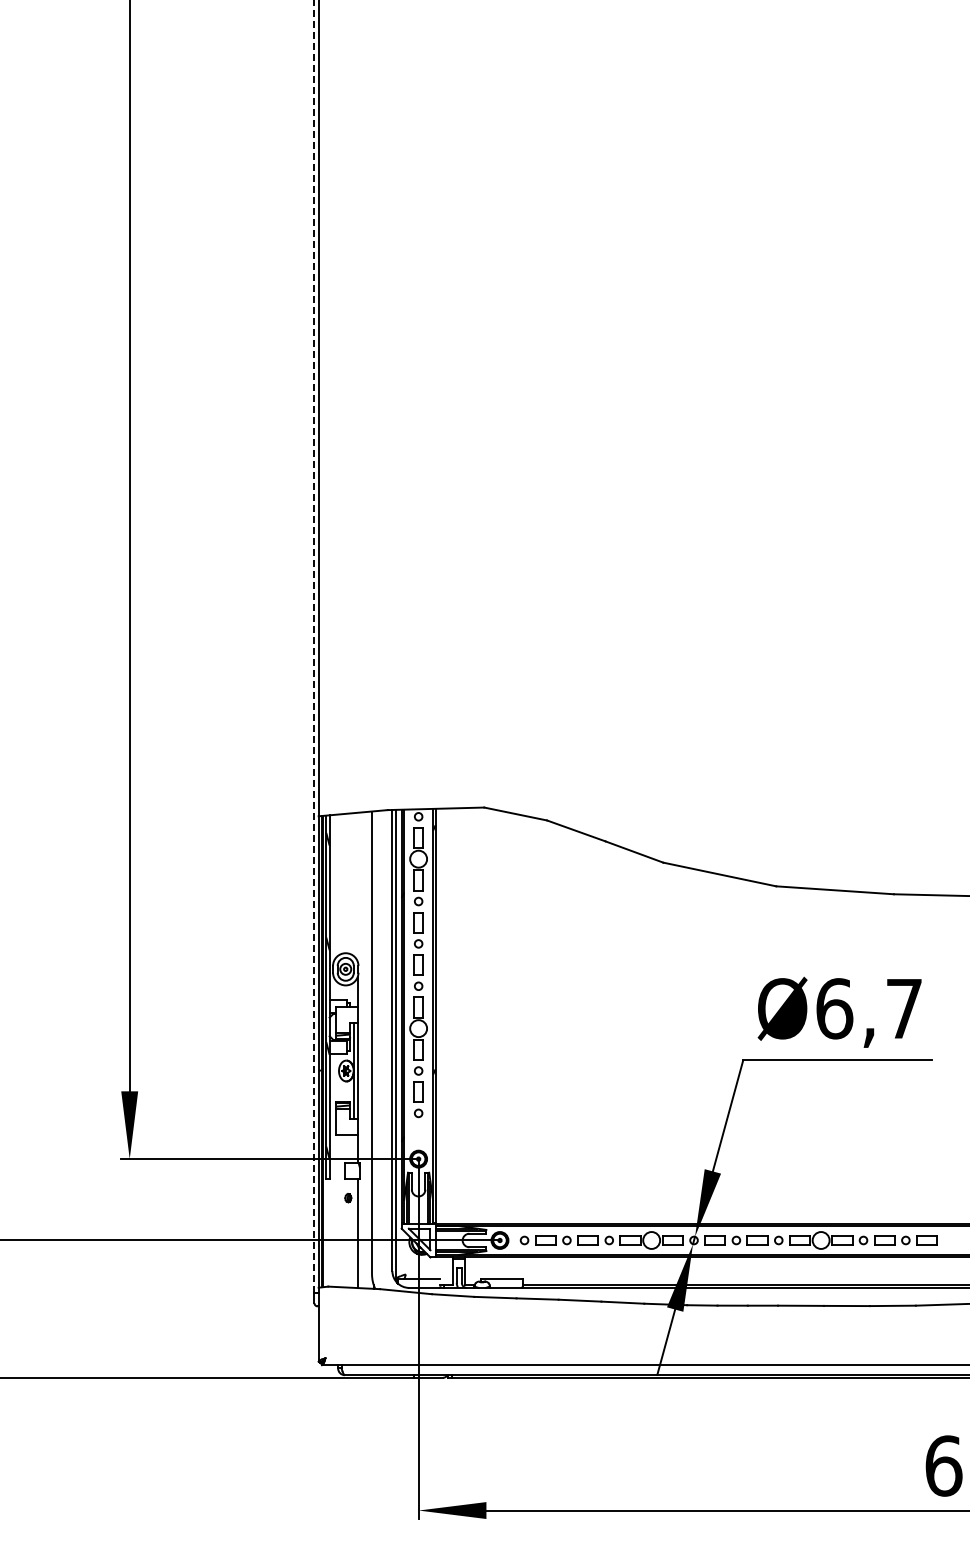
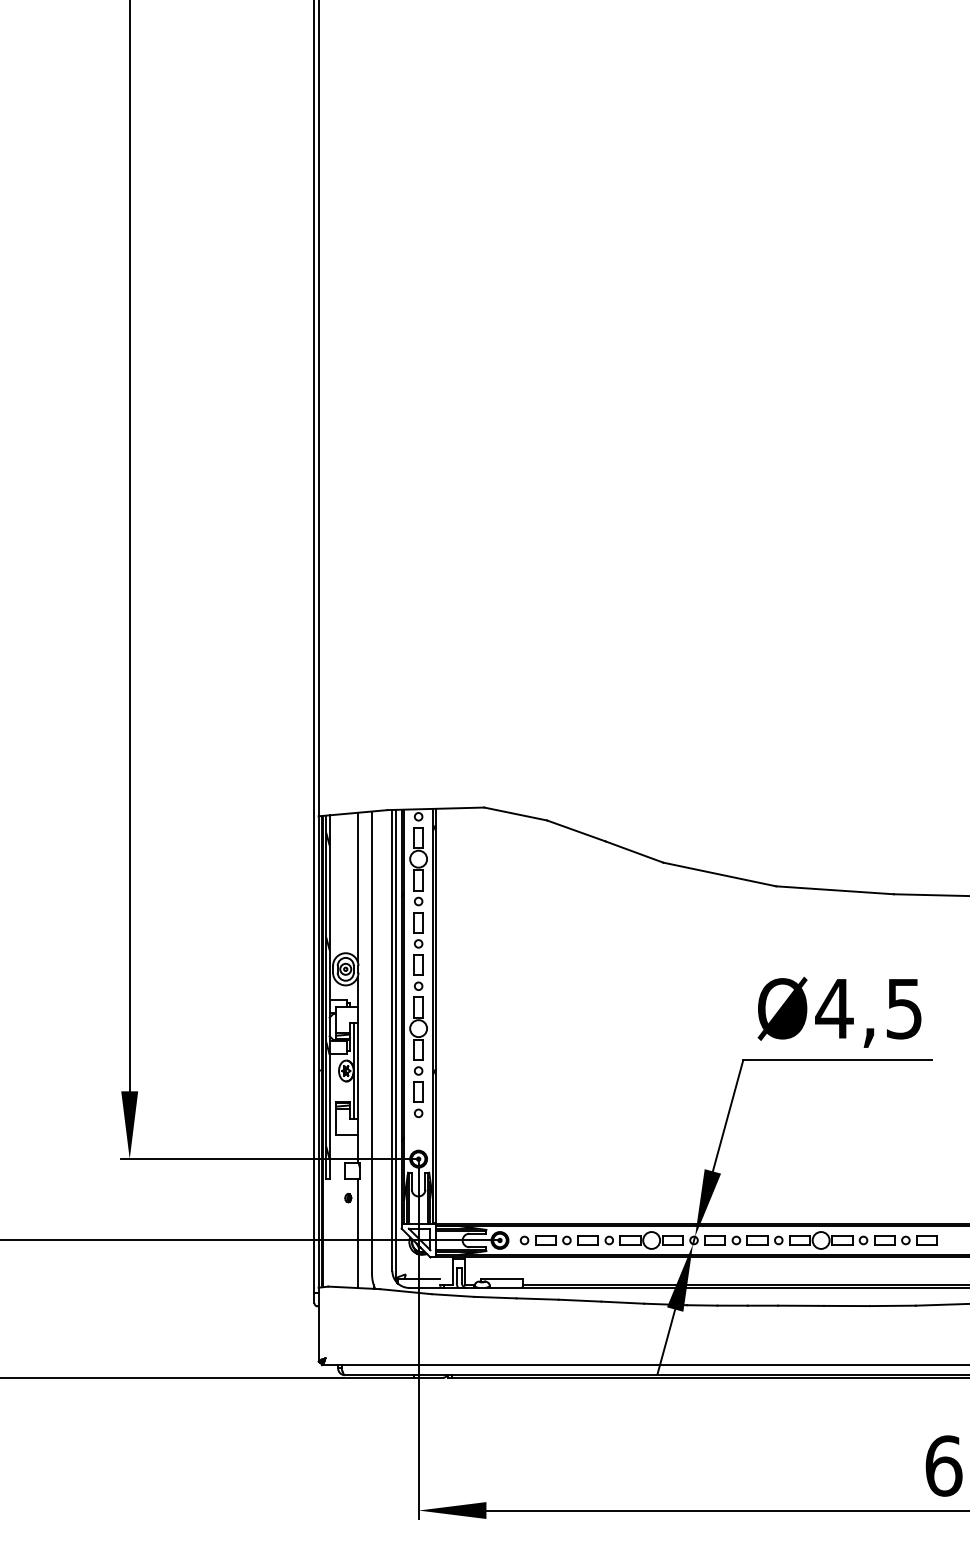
line at (314, 646): dashed -> solid
line at (357, 886): none -> present
text at (868, 1008): Ø6,7 -> Ø4,5
